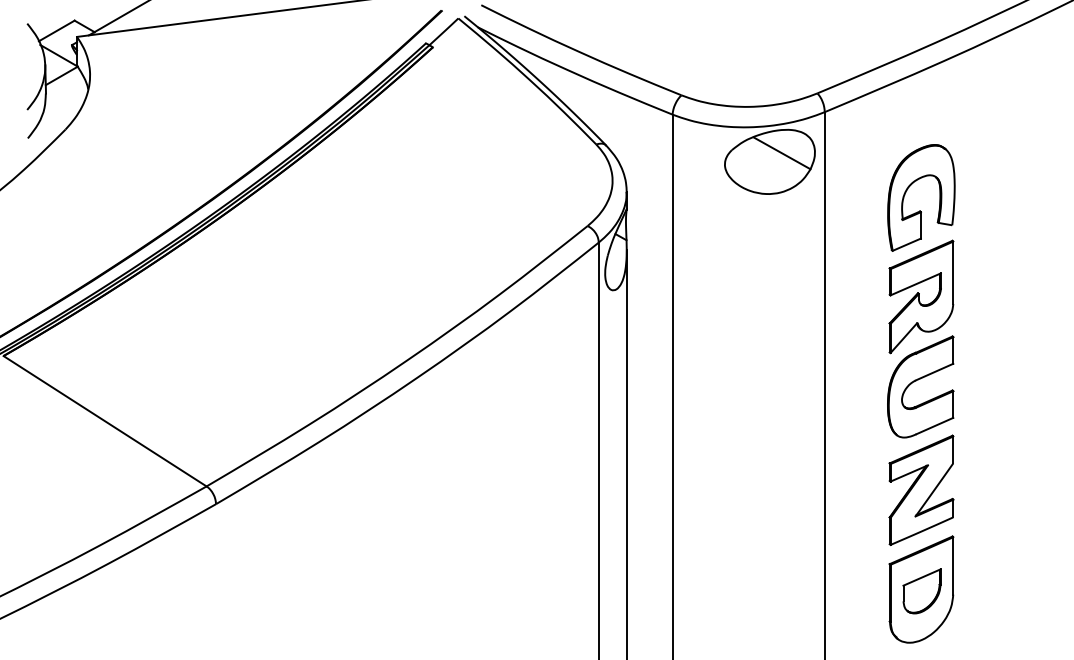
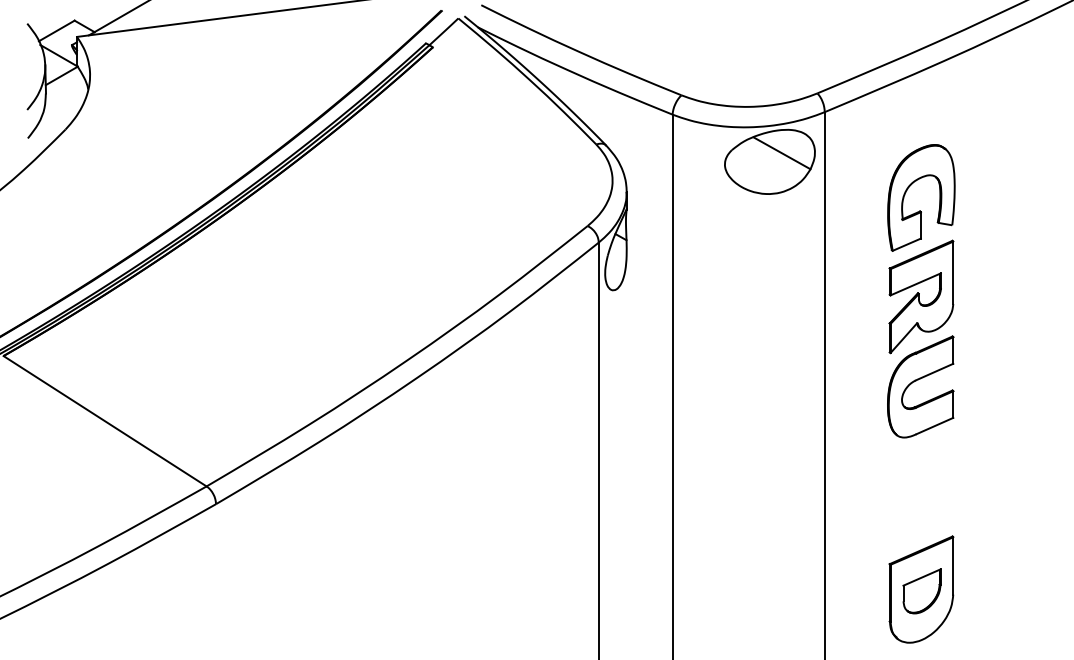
line at (626, 452): present -> none
part at (921, 489): present -> none
